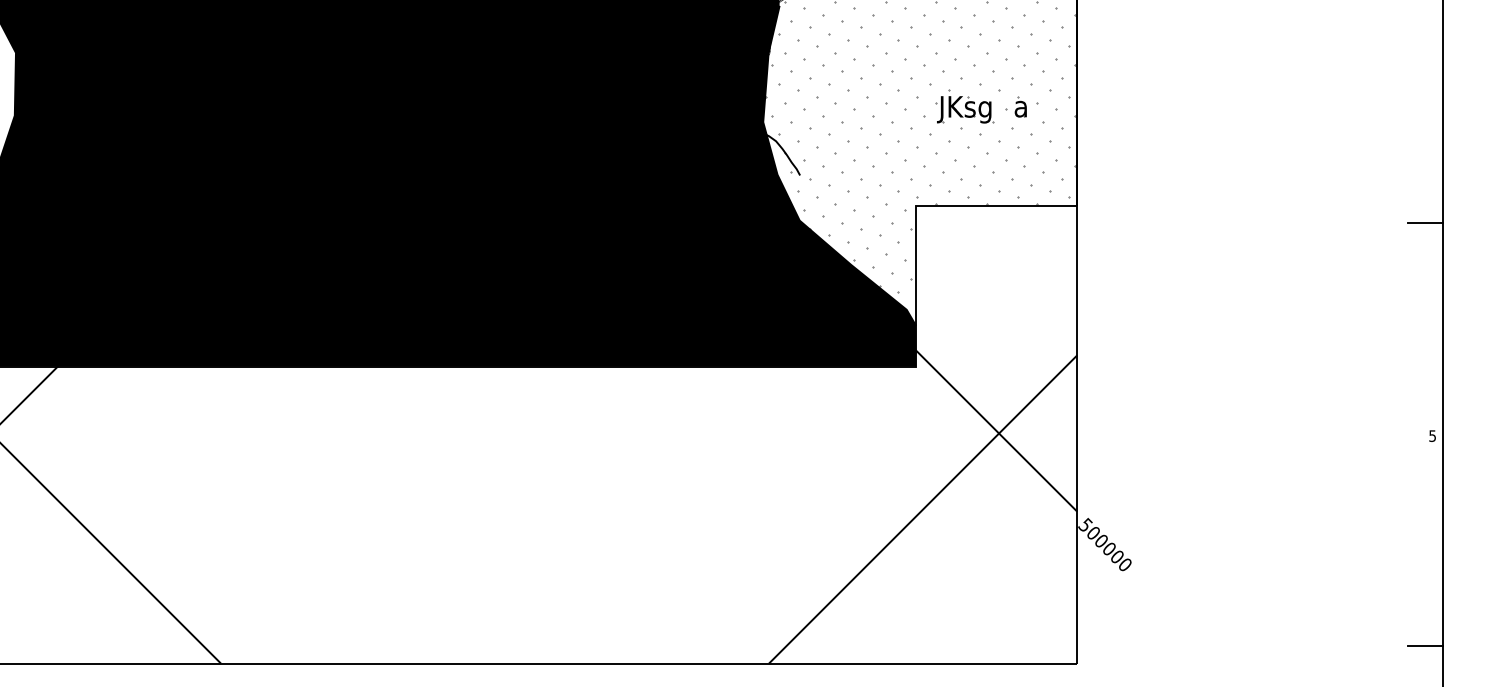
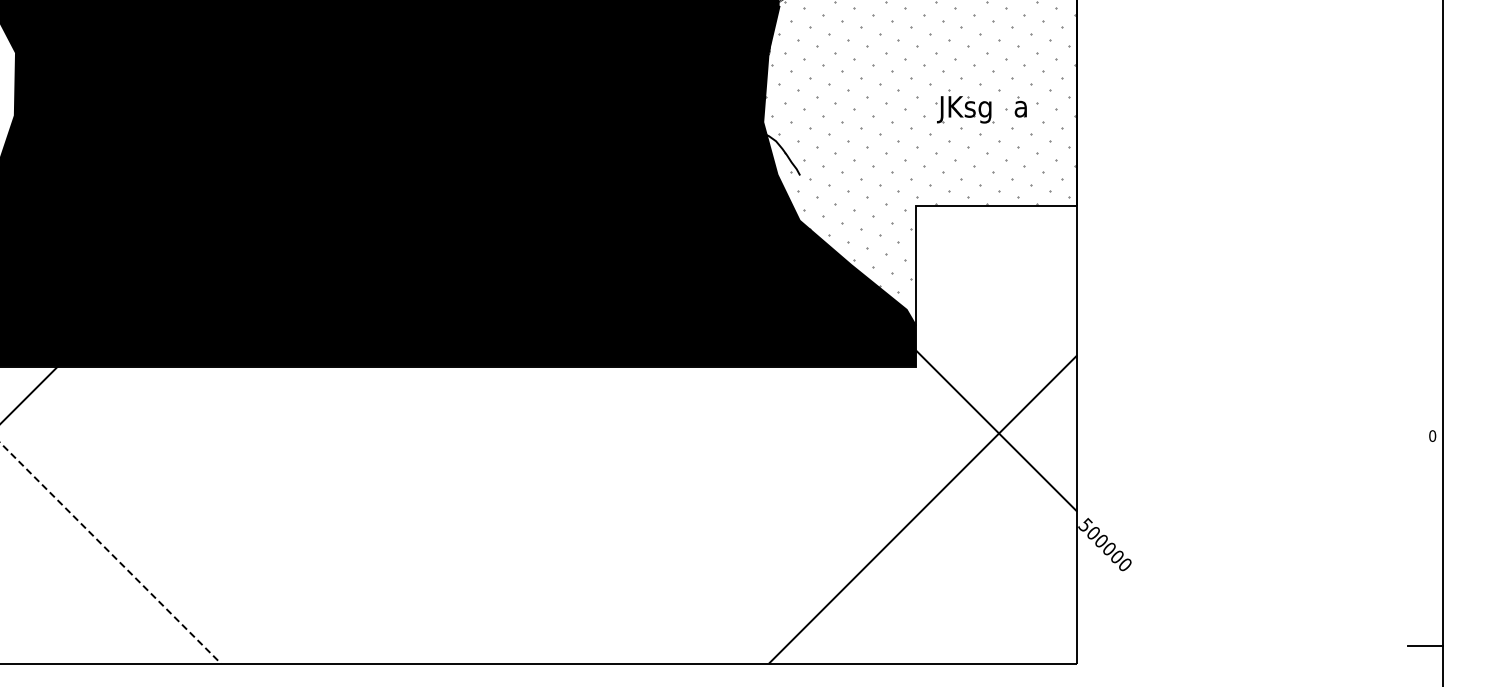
line at (1425, 222): present -> none
text at (1432, 435): 5 -> 0
line at (110, 553): solid -> dashed
